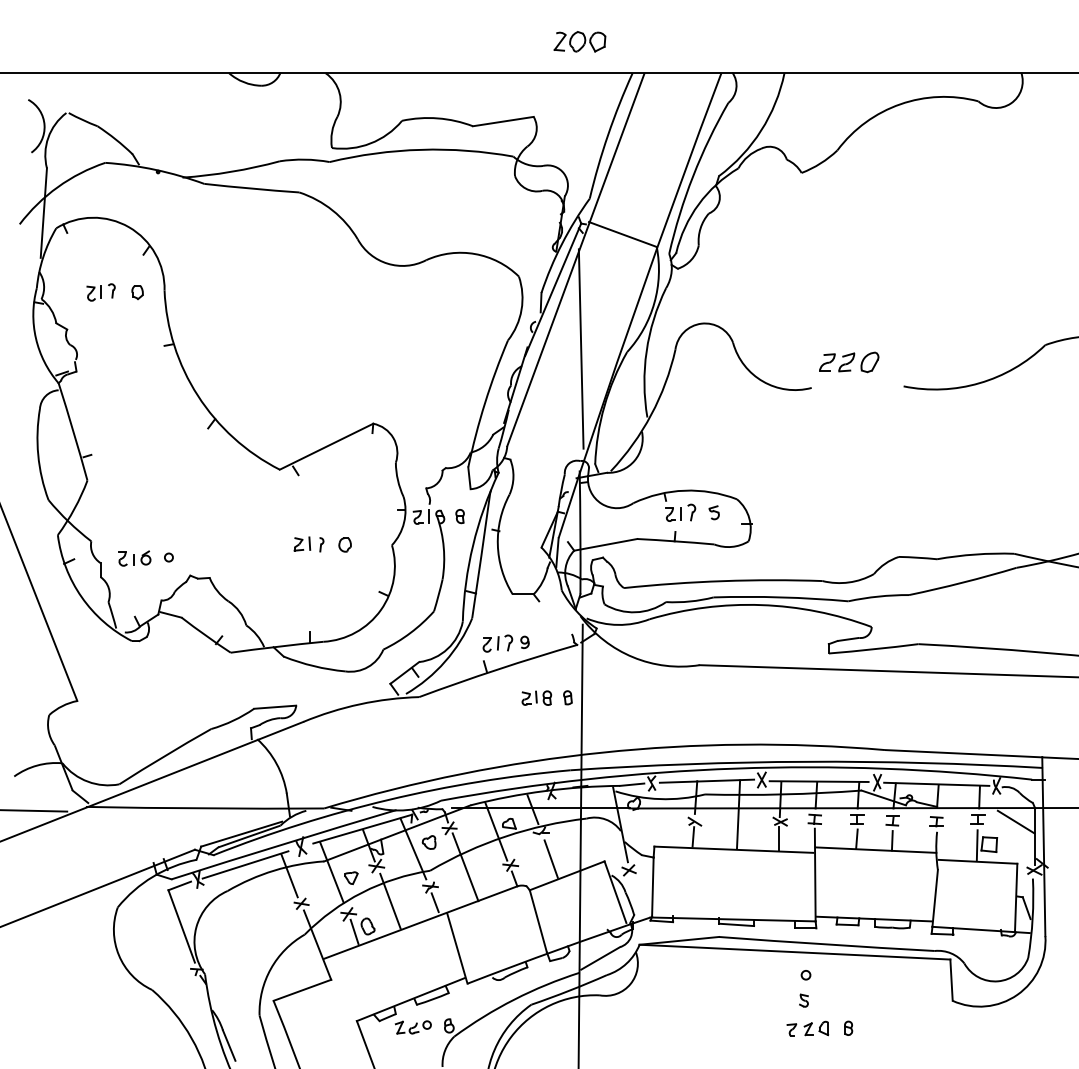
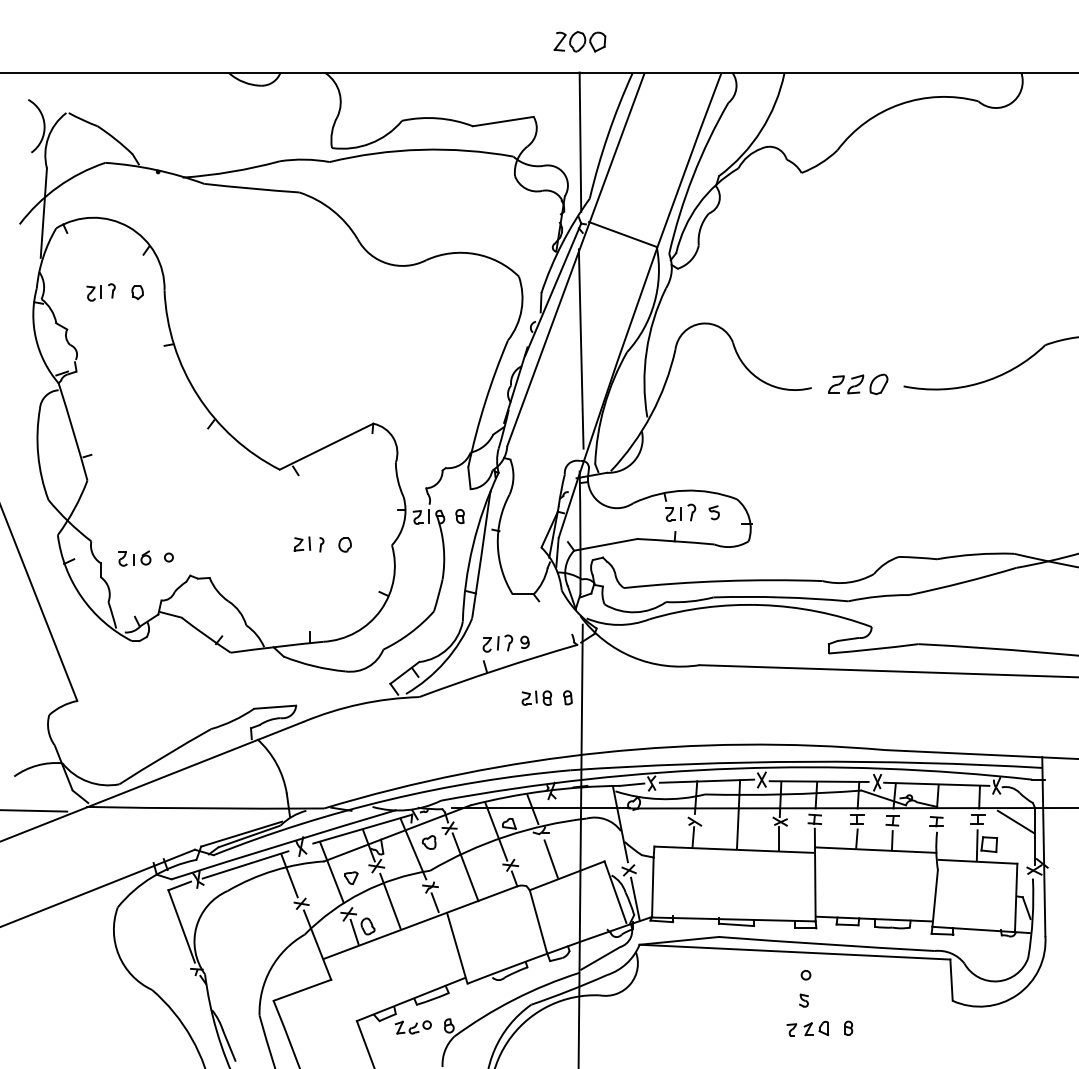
line at (580, 141): none -> present
part at (849, 362) position: (849, 362) -> (858, 384)
line at (635, 898): none -> present
